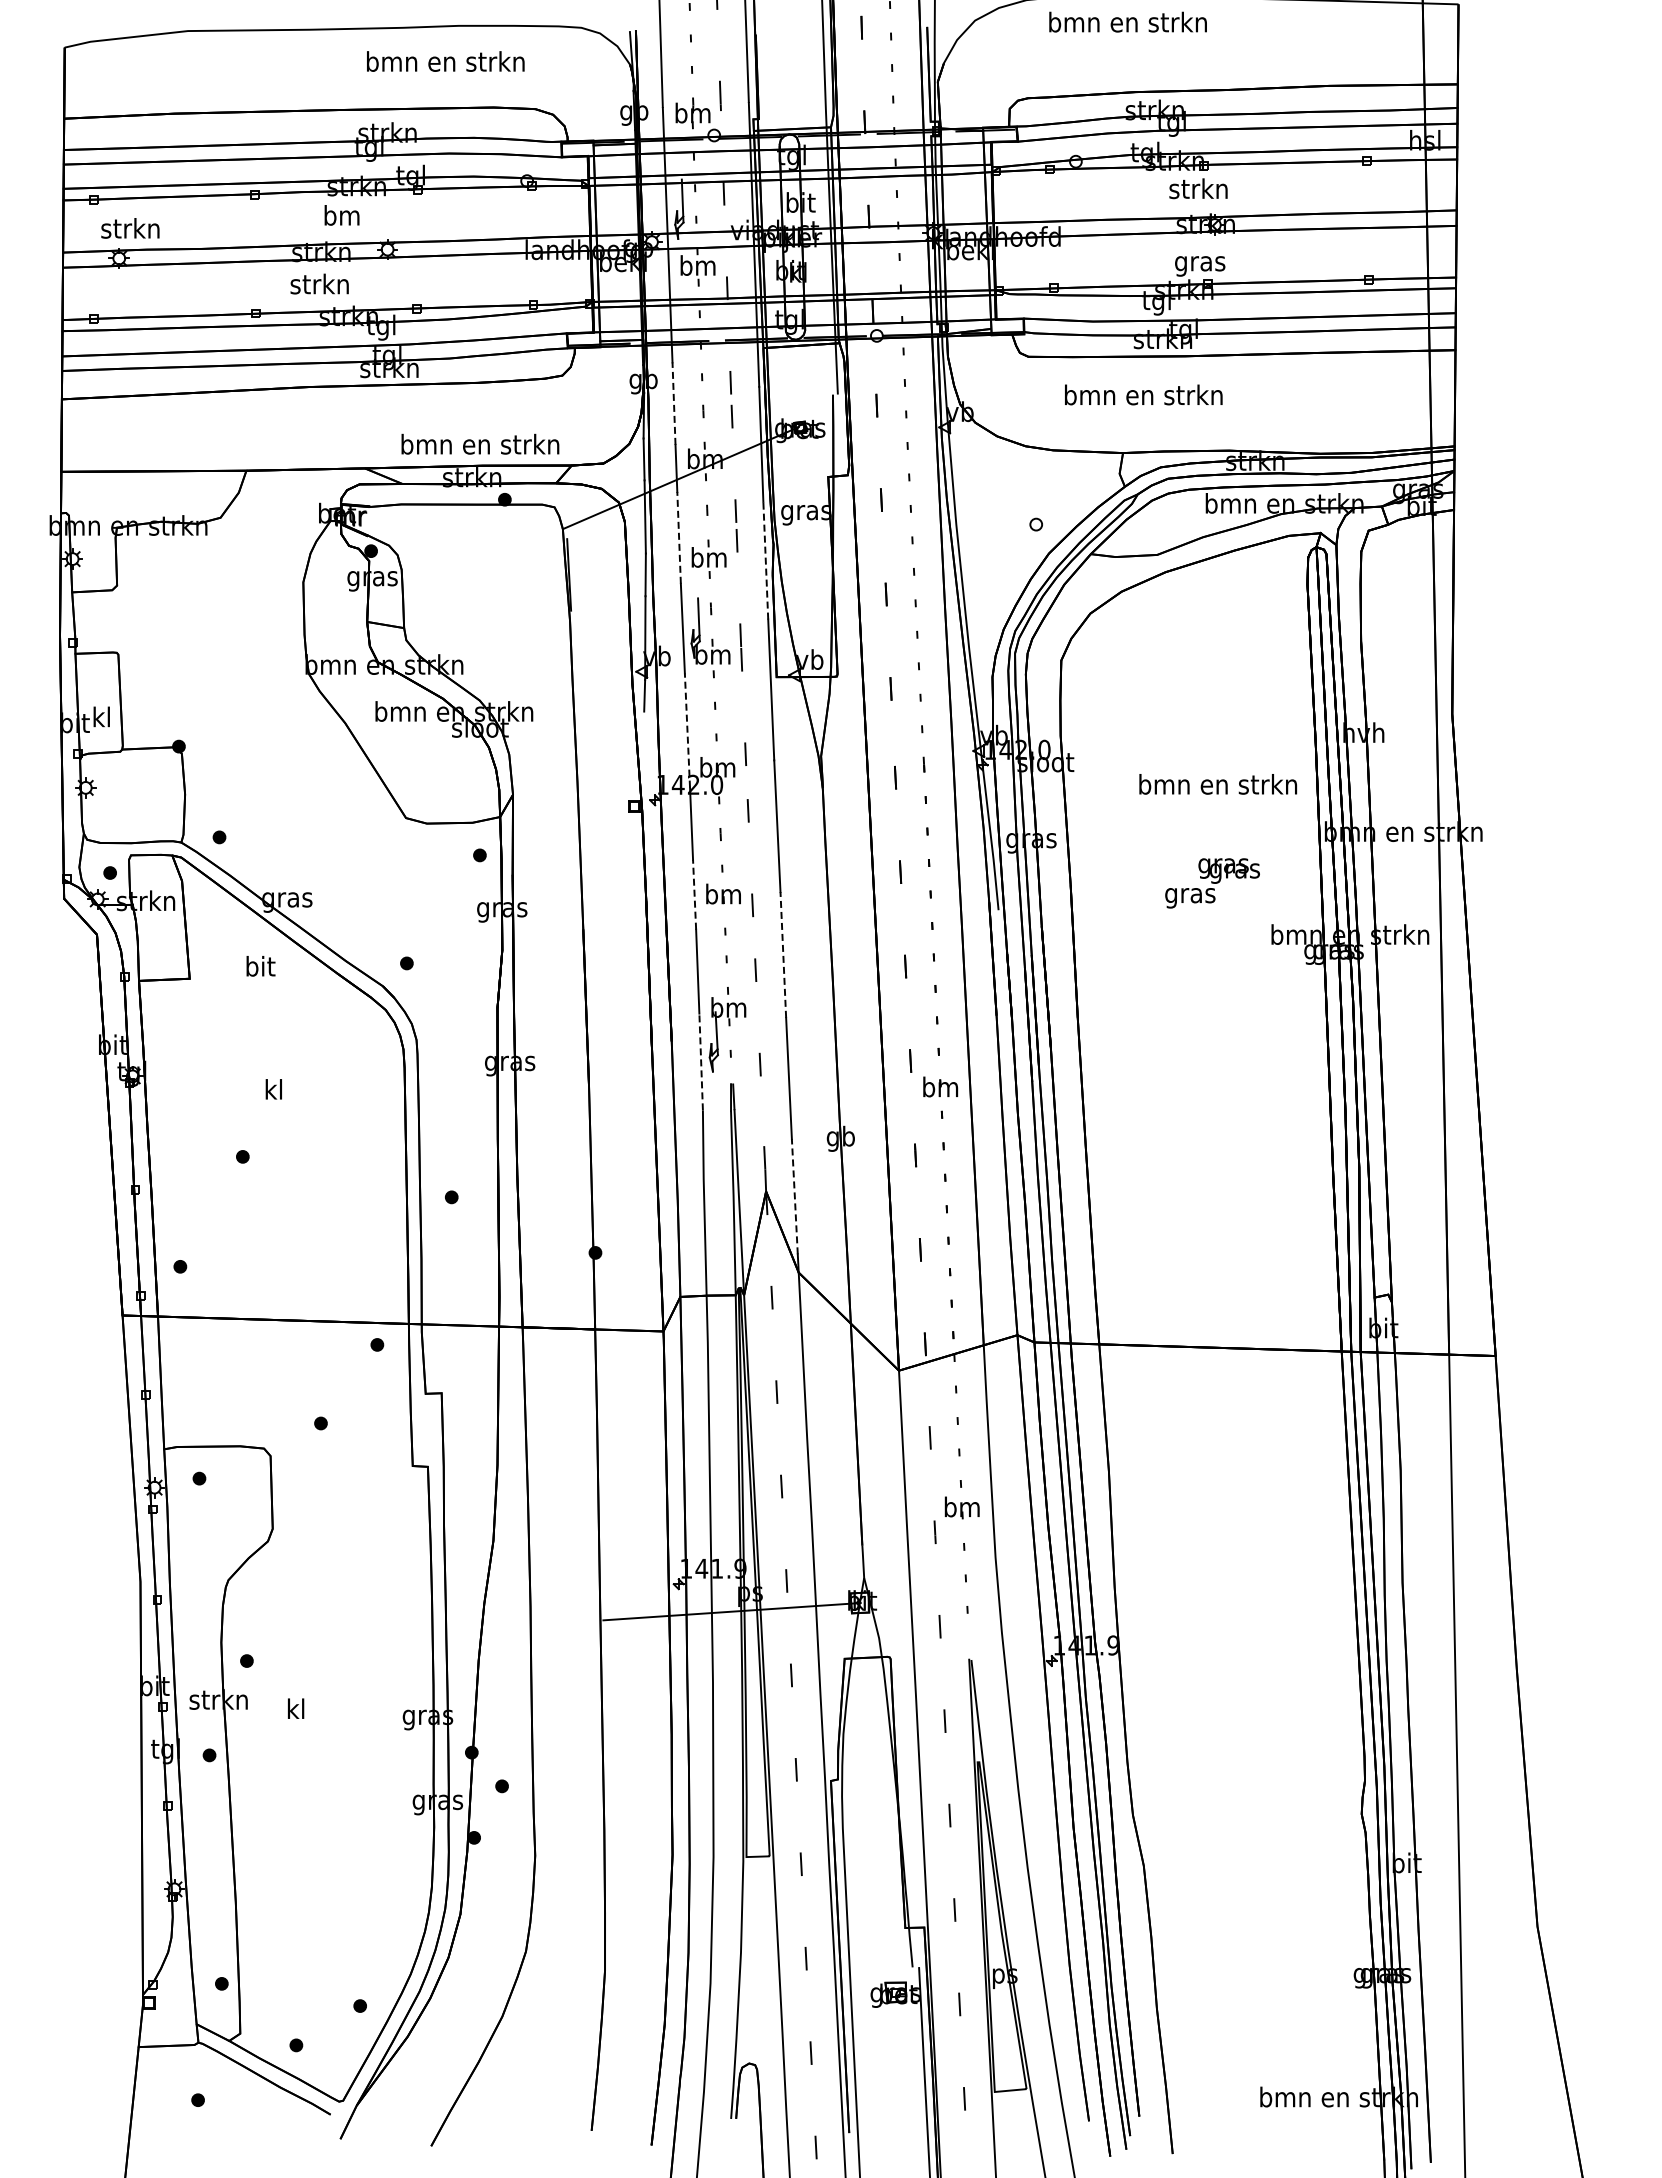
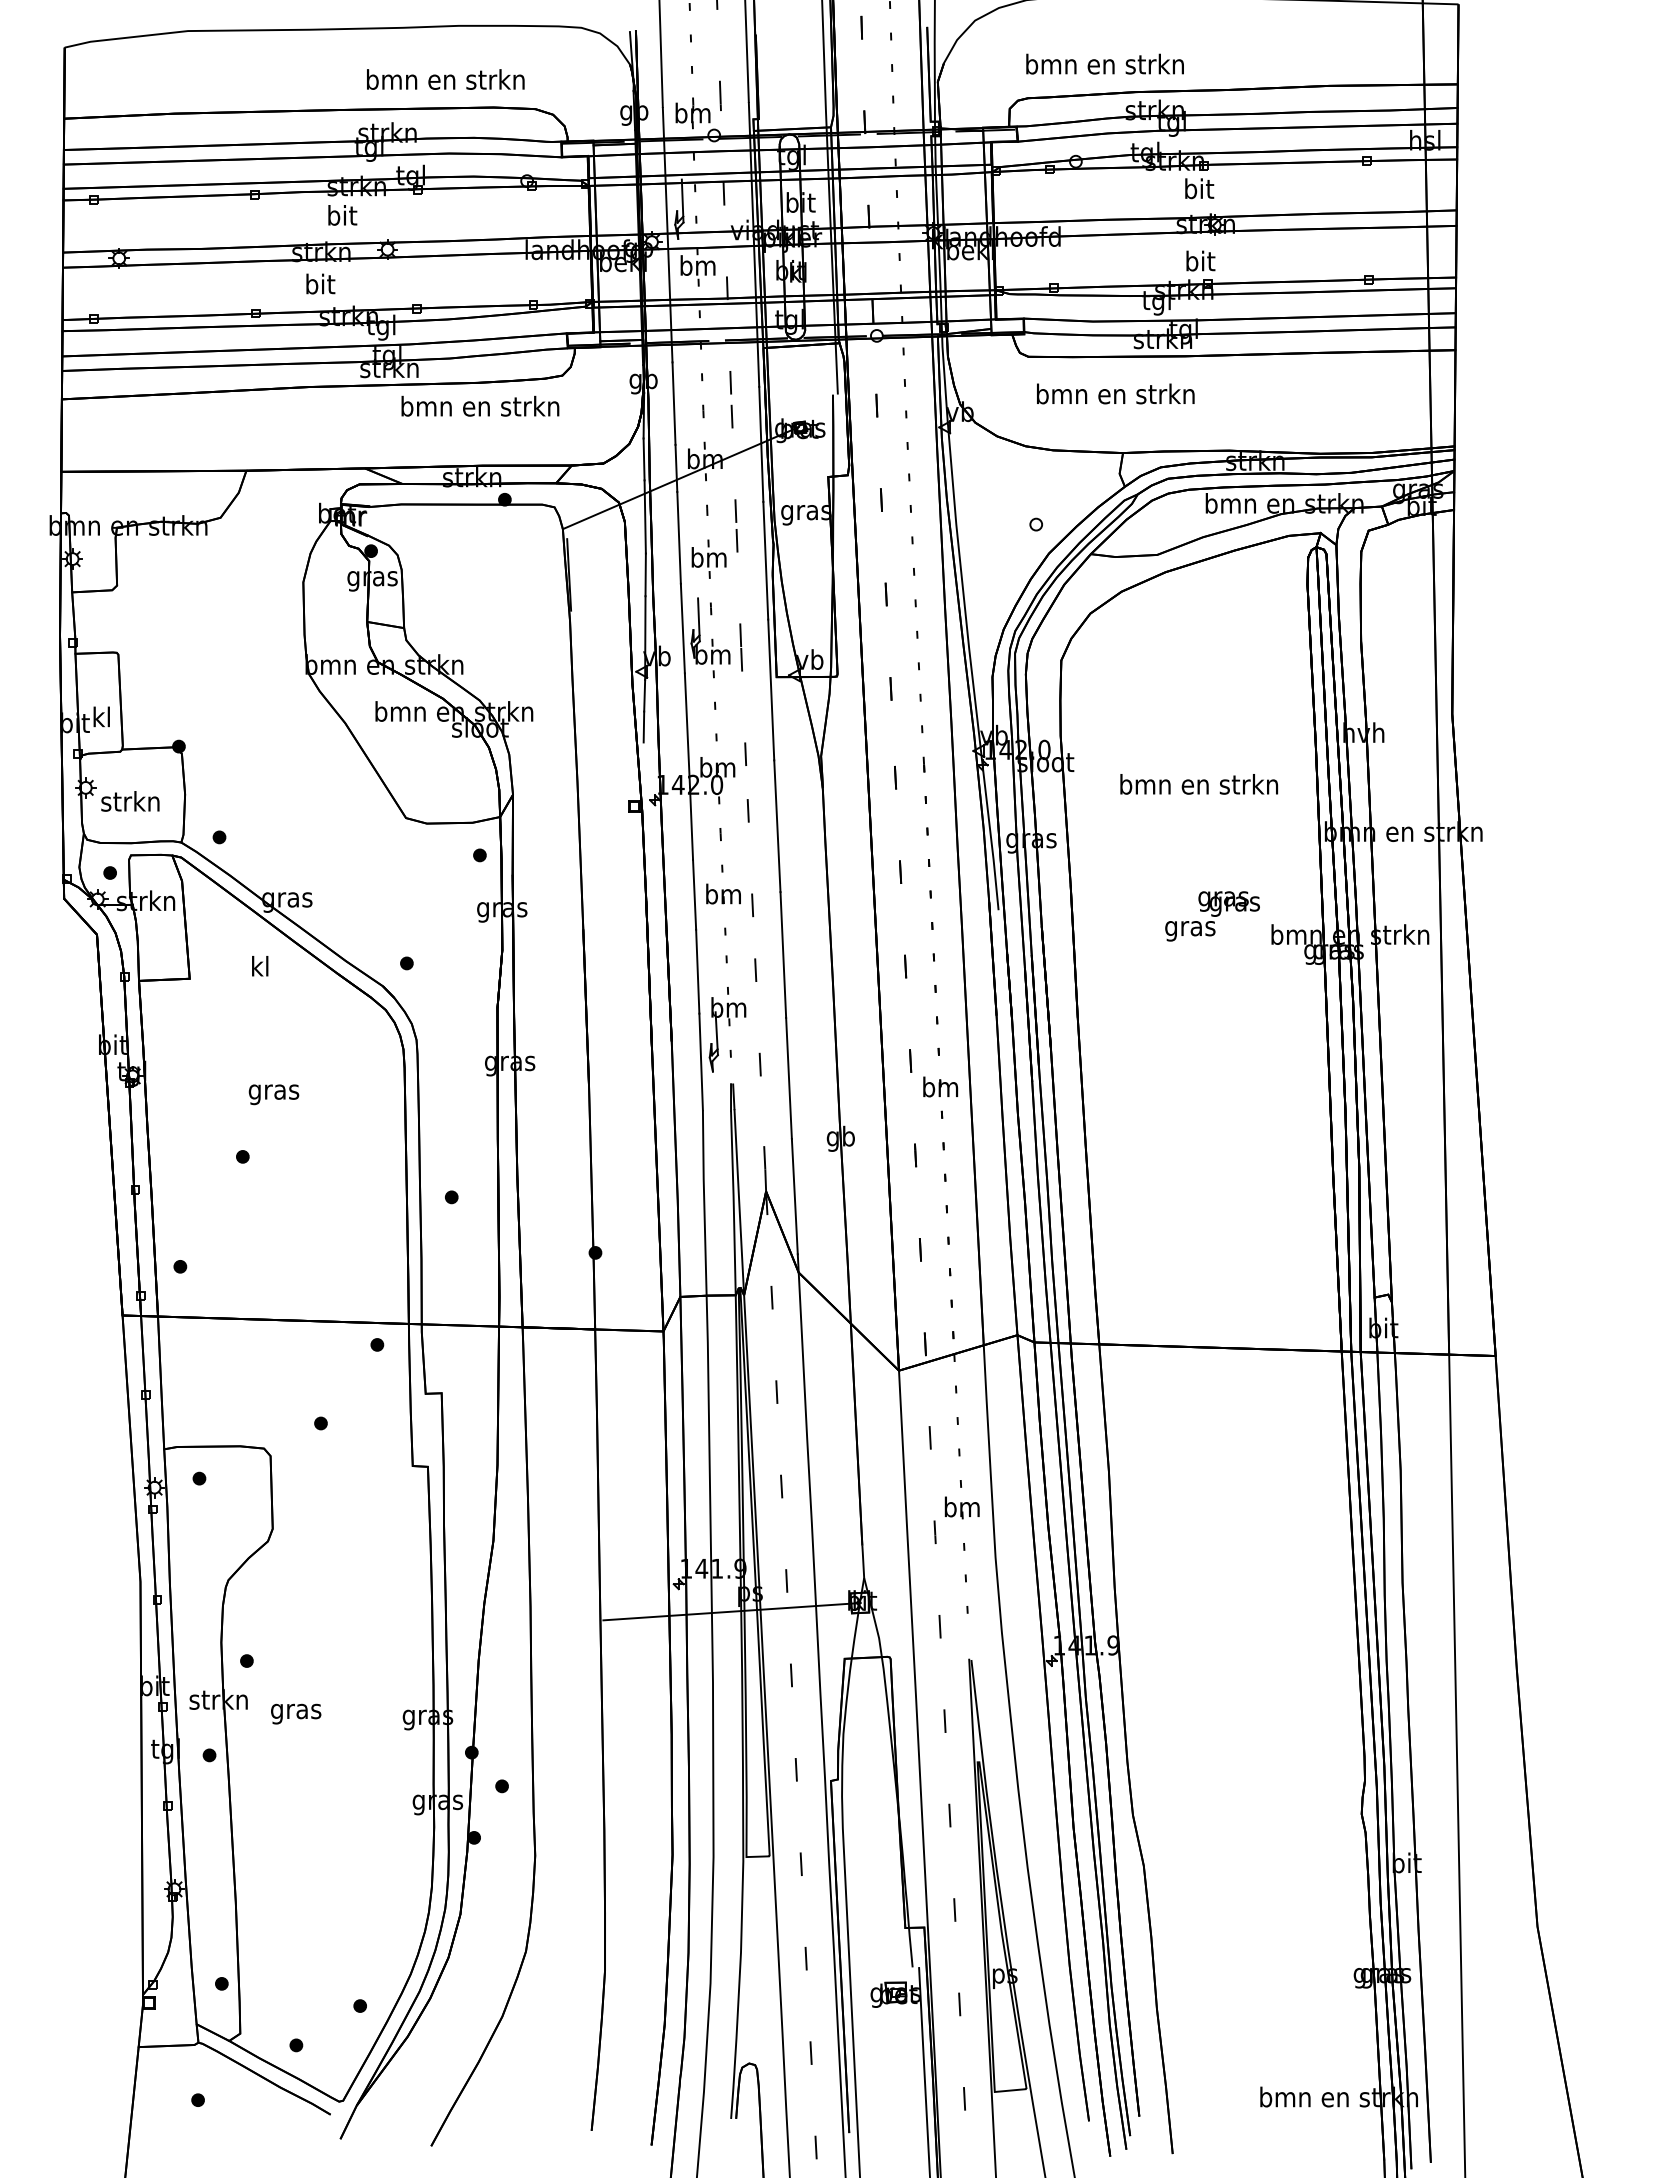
text at (1127, 21) position: (1127, 21) -> (1104, 63)
text at (445, 61) position: (445, 61) -> (445, 79)
text at (1198, 188): strkn -> bit
text at (341, 215): bm -> bit
text at (130, 228) position: (130, 228) -> (130, 801)
text at (1200, 263): gras -> bit
text at (319, 283): strkn -> bit
text at (1143, 394) position: (1143, 394) -> (1115, 393)
line at (673, 403): dashed -> solid
text at (480, 443) position: (480, 443) -> (480, 405)
line at (679, 537): dashed -> solid
line at (765, 560): dashed -> solid
line at (643, 726): none -> present
line at (687, 730): dashed -> solid
text at (1218, 784) position: (1218, 784) -> (1199, 784)
text at (1212, 883) position: (1212, 883) -> (1212, 916)
line at (694, 894): dashed -> solid
line at (783, 954): dashed -> solid
text at (260, 966): bit -> kl
line at (701, 1061): dashed -> solid
text at (273, 1092): kl -> gras
line at (794, 1196): dashed -> solid
text at (296, 1711): kl -> gras
